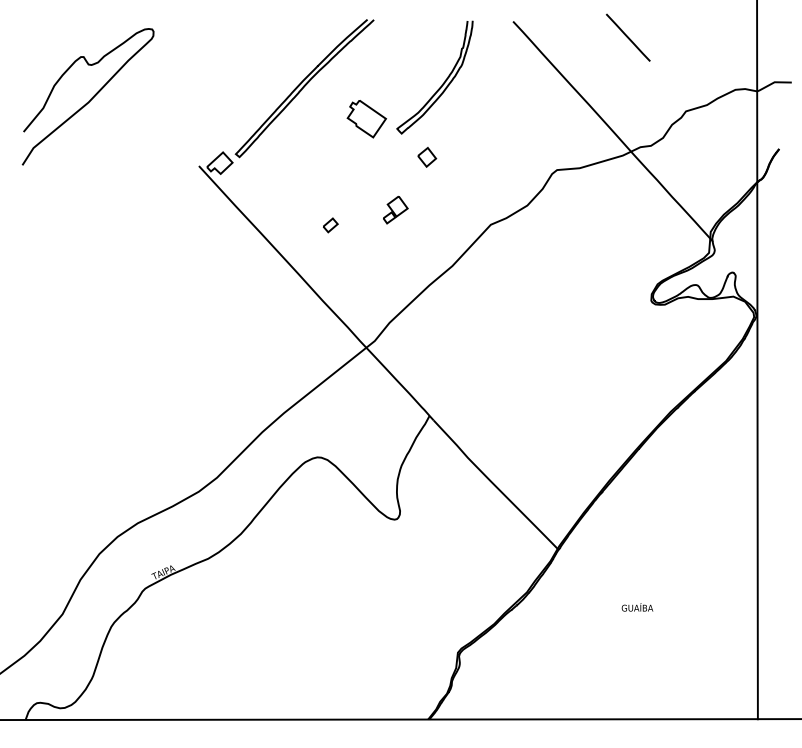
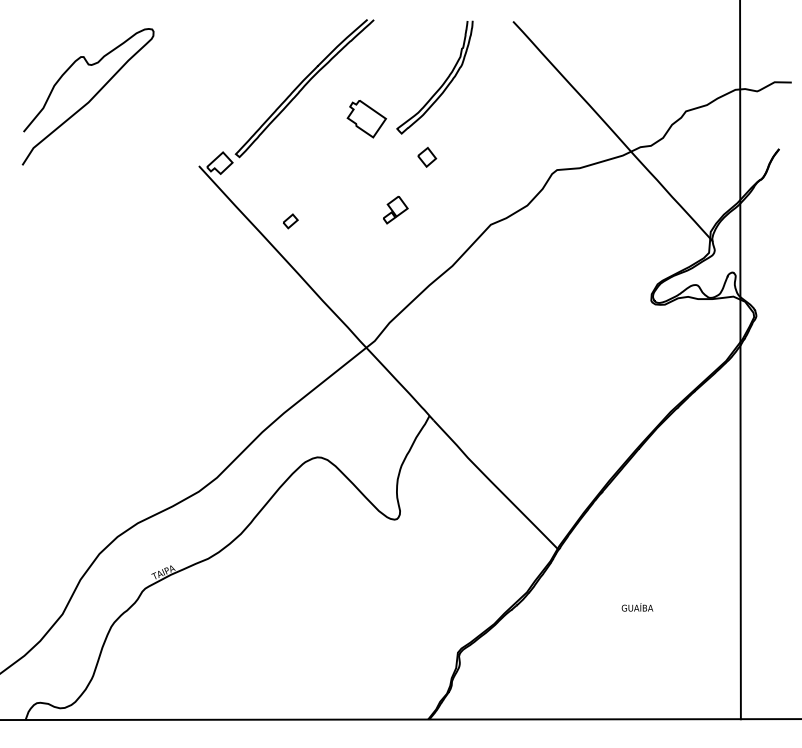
line at (628, 37): present -> none
part at (330, 225) position: (330, 225) -> (290, 221)
line at (757, 360) position: (757, 360) -> (740, 360)
